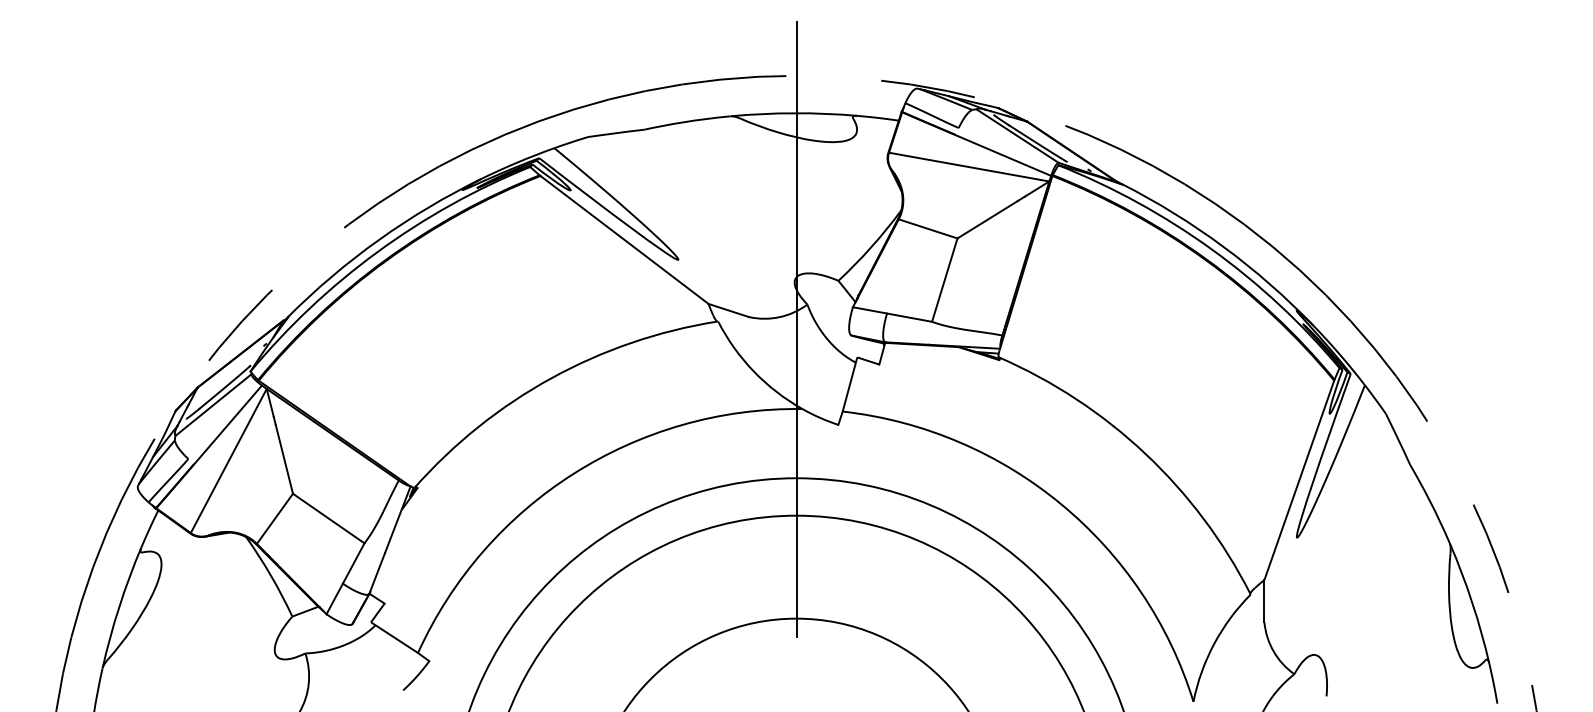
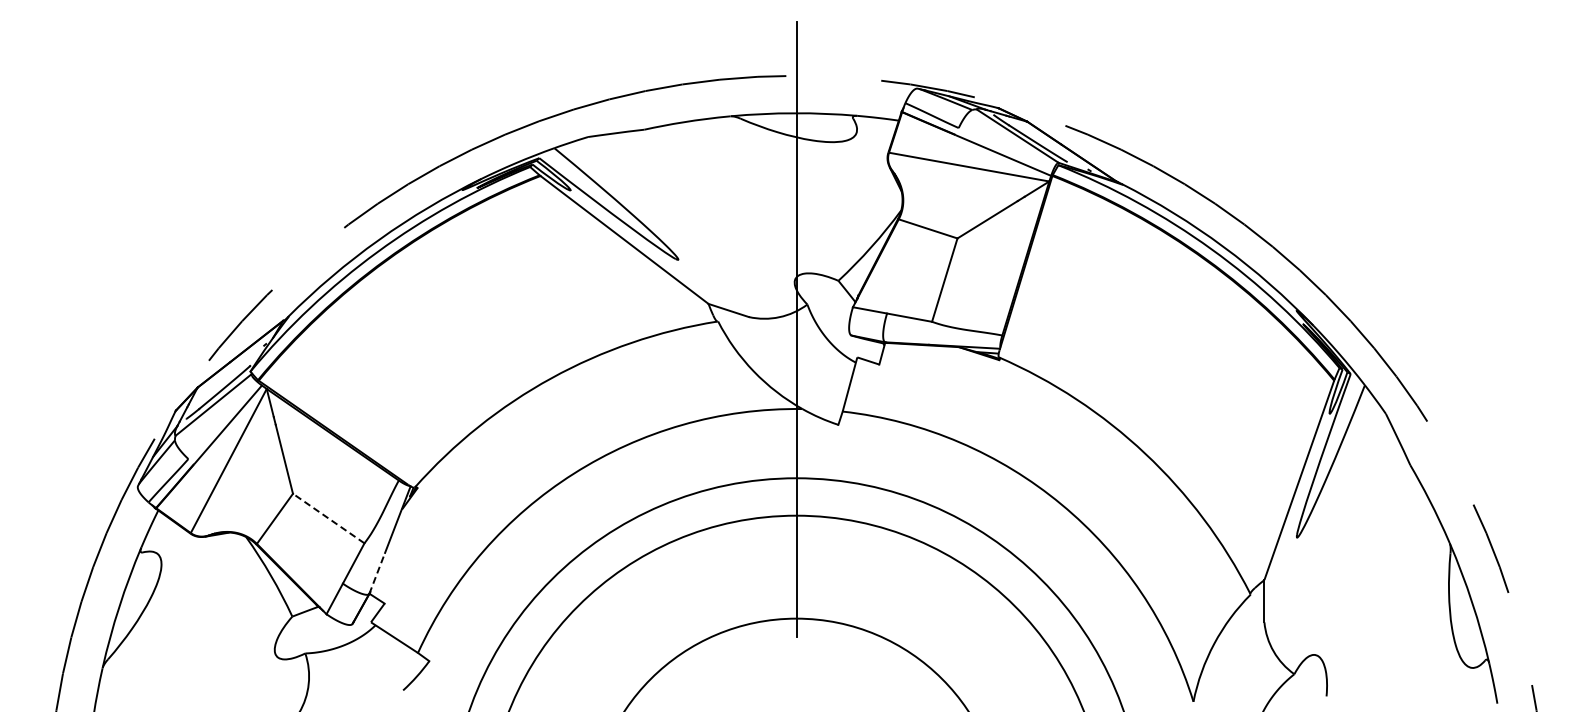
line at (328, 518): solid -> dashed
line at (377, 573): solid -> dashed
